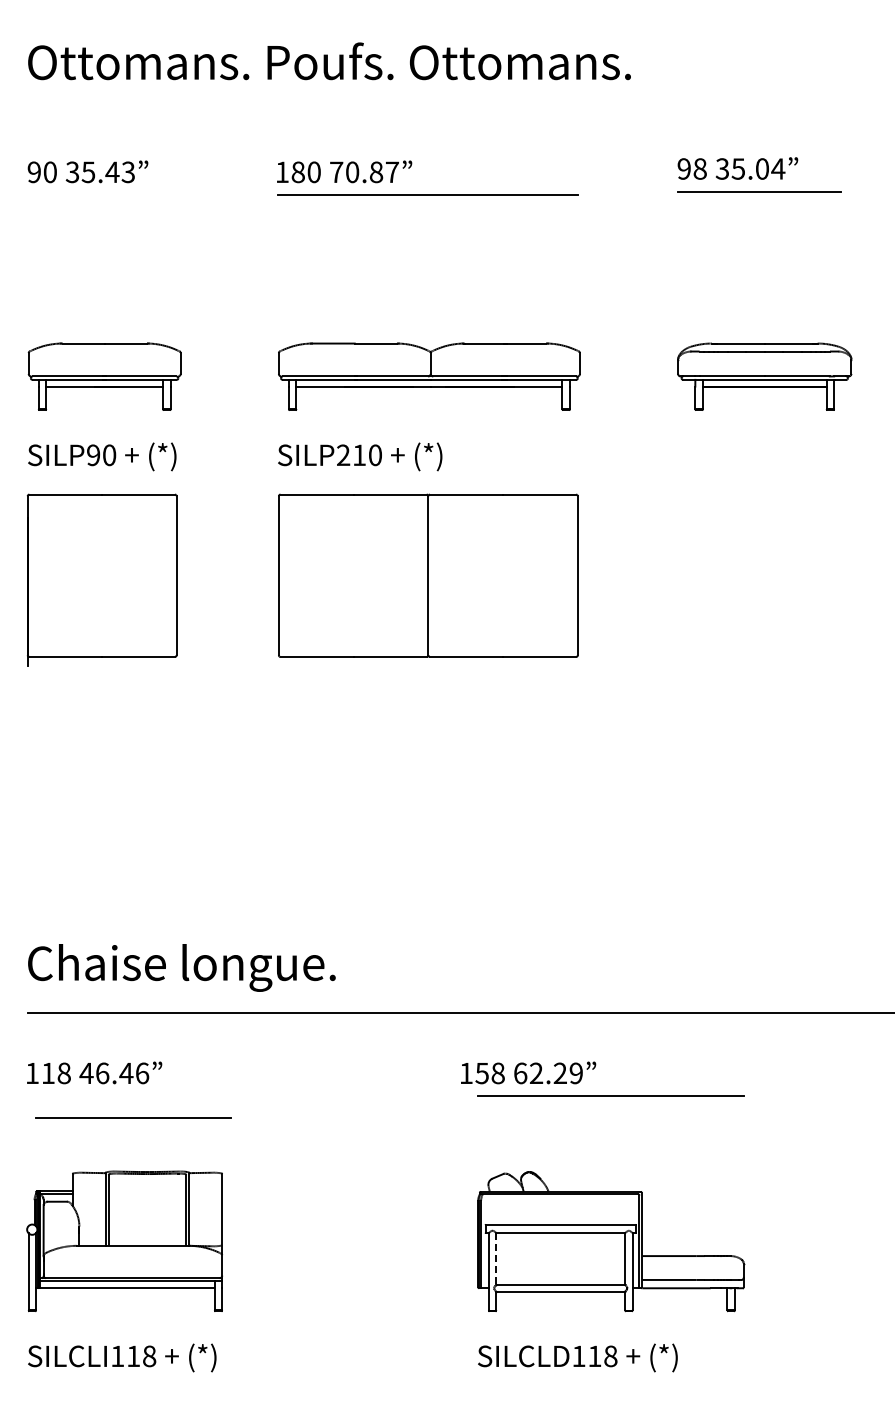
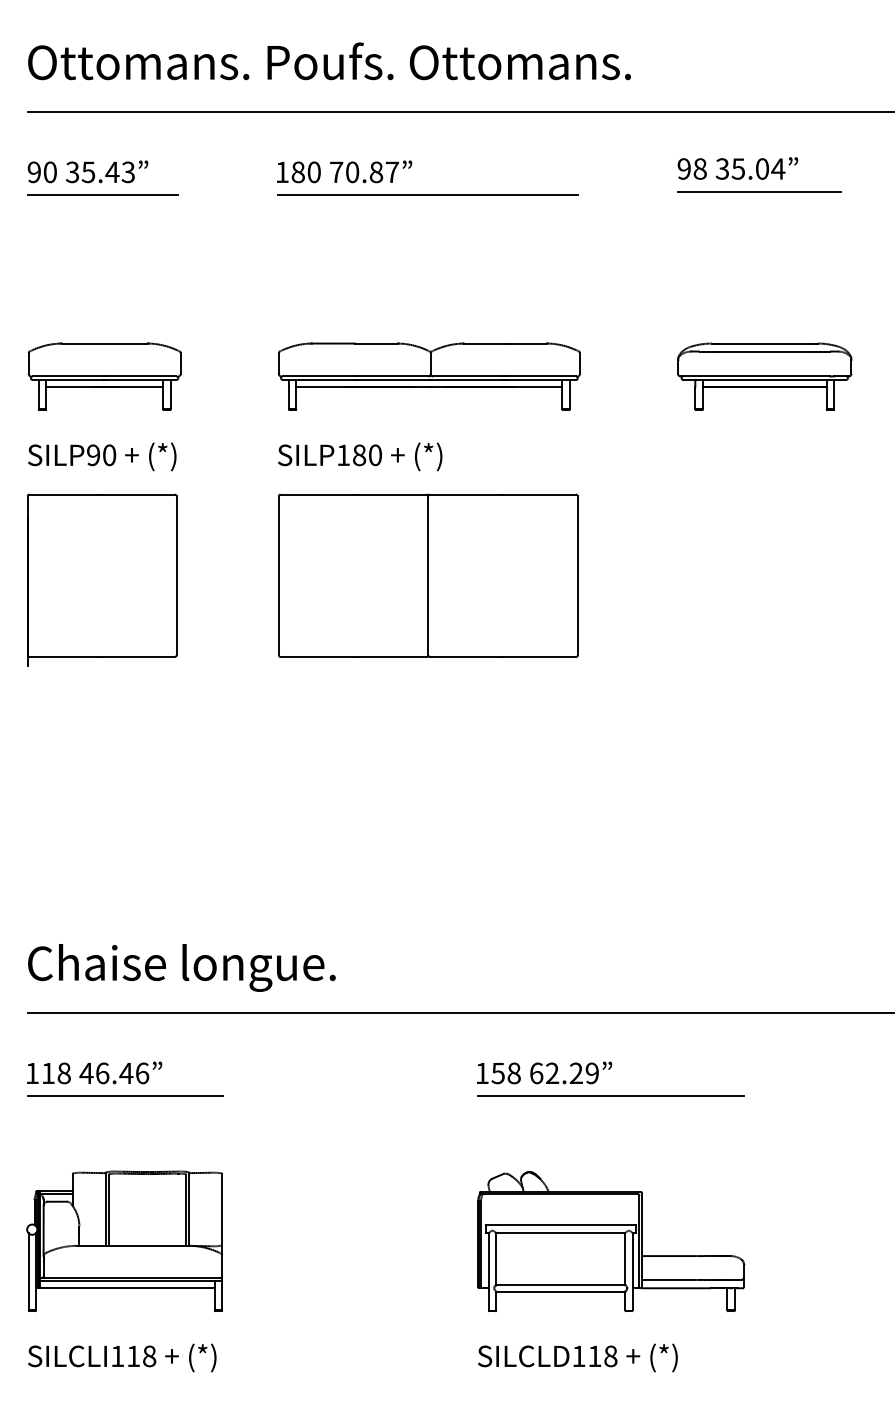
line at (459, 112): none -> present
line at (102, 194): none -> present
text at (351, 455): SILP210 -> SILP180
text at (528, 1072) position: (528, 1072) -> (544, 1072)
line at (133, 1117) position: (133, 1117) -> (125, 1095)
line at (496, 1258): dashed -> solid
